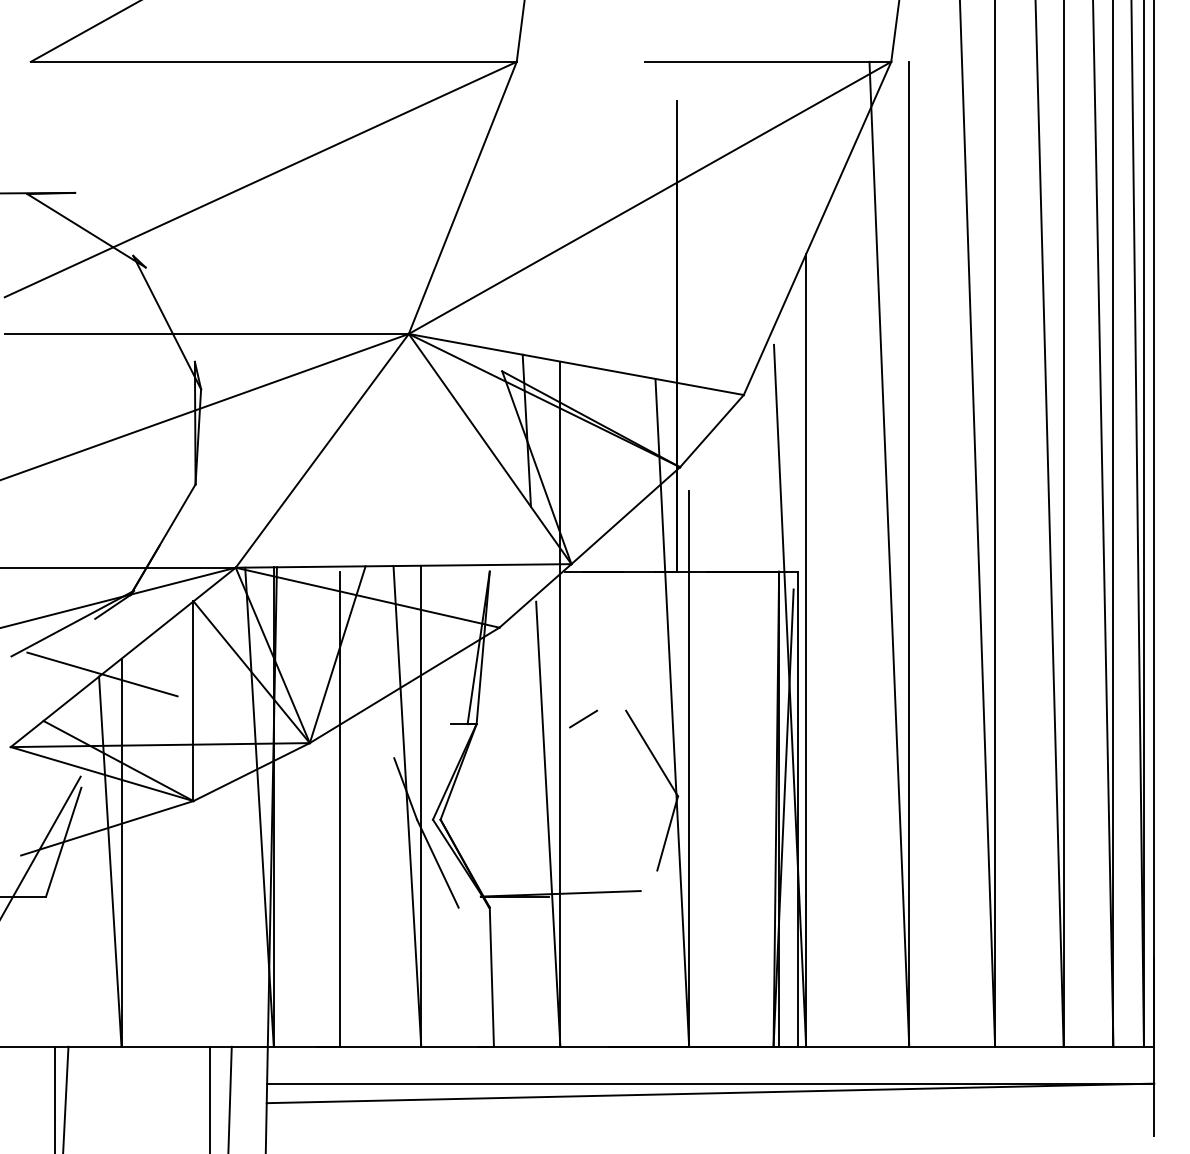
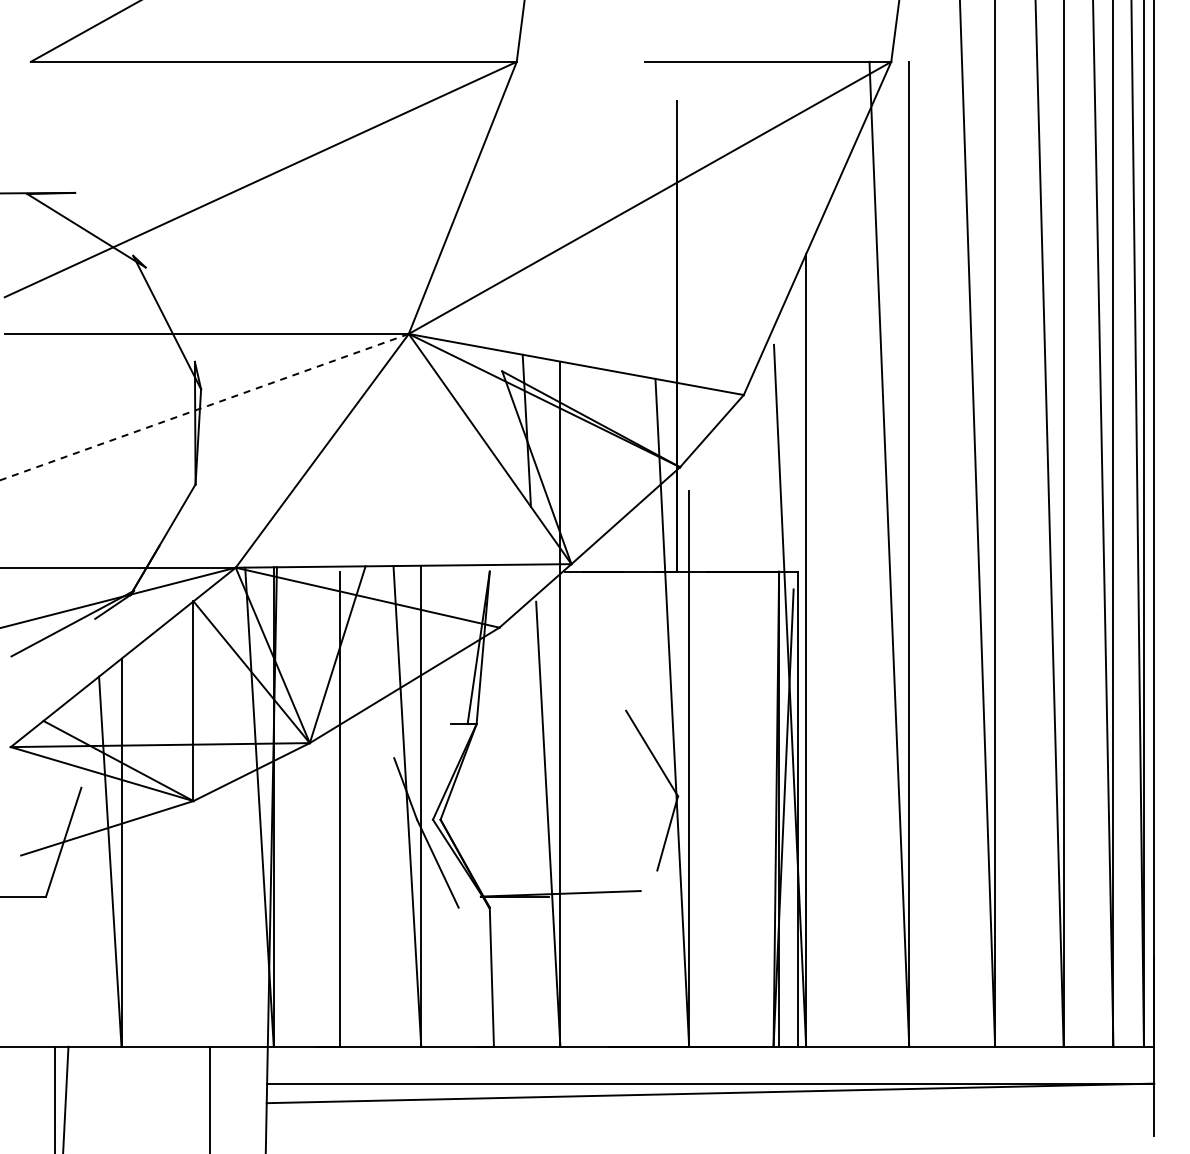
line at (204, 407): solid -> dashed
line at (102, 674): present -> none
line at (583, 718): present -> none
line at (41, 845): present -> none
line at (229, 1098): present -> none
